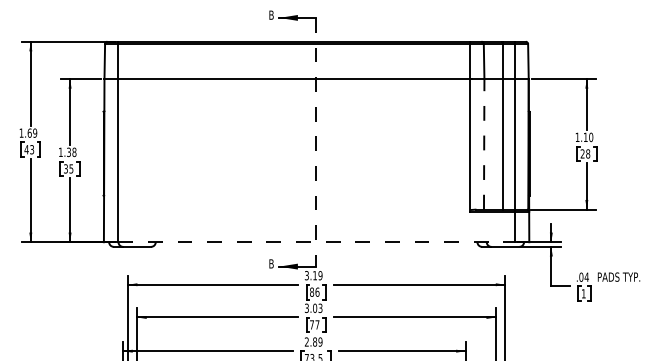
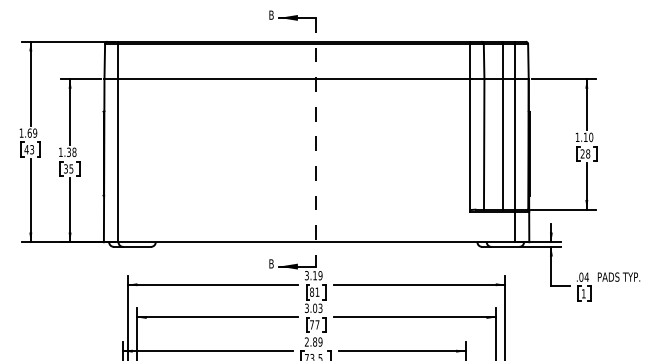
line at (484, 143): dashed -> solid
line at (317, 242): dashed -> solid
text at (317, 291): 86 -> 81
